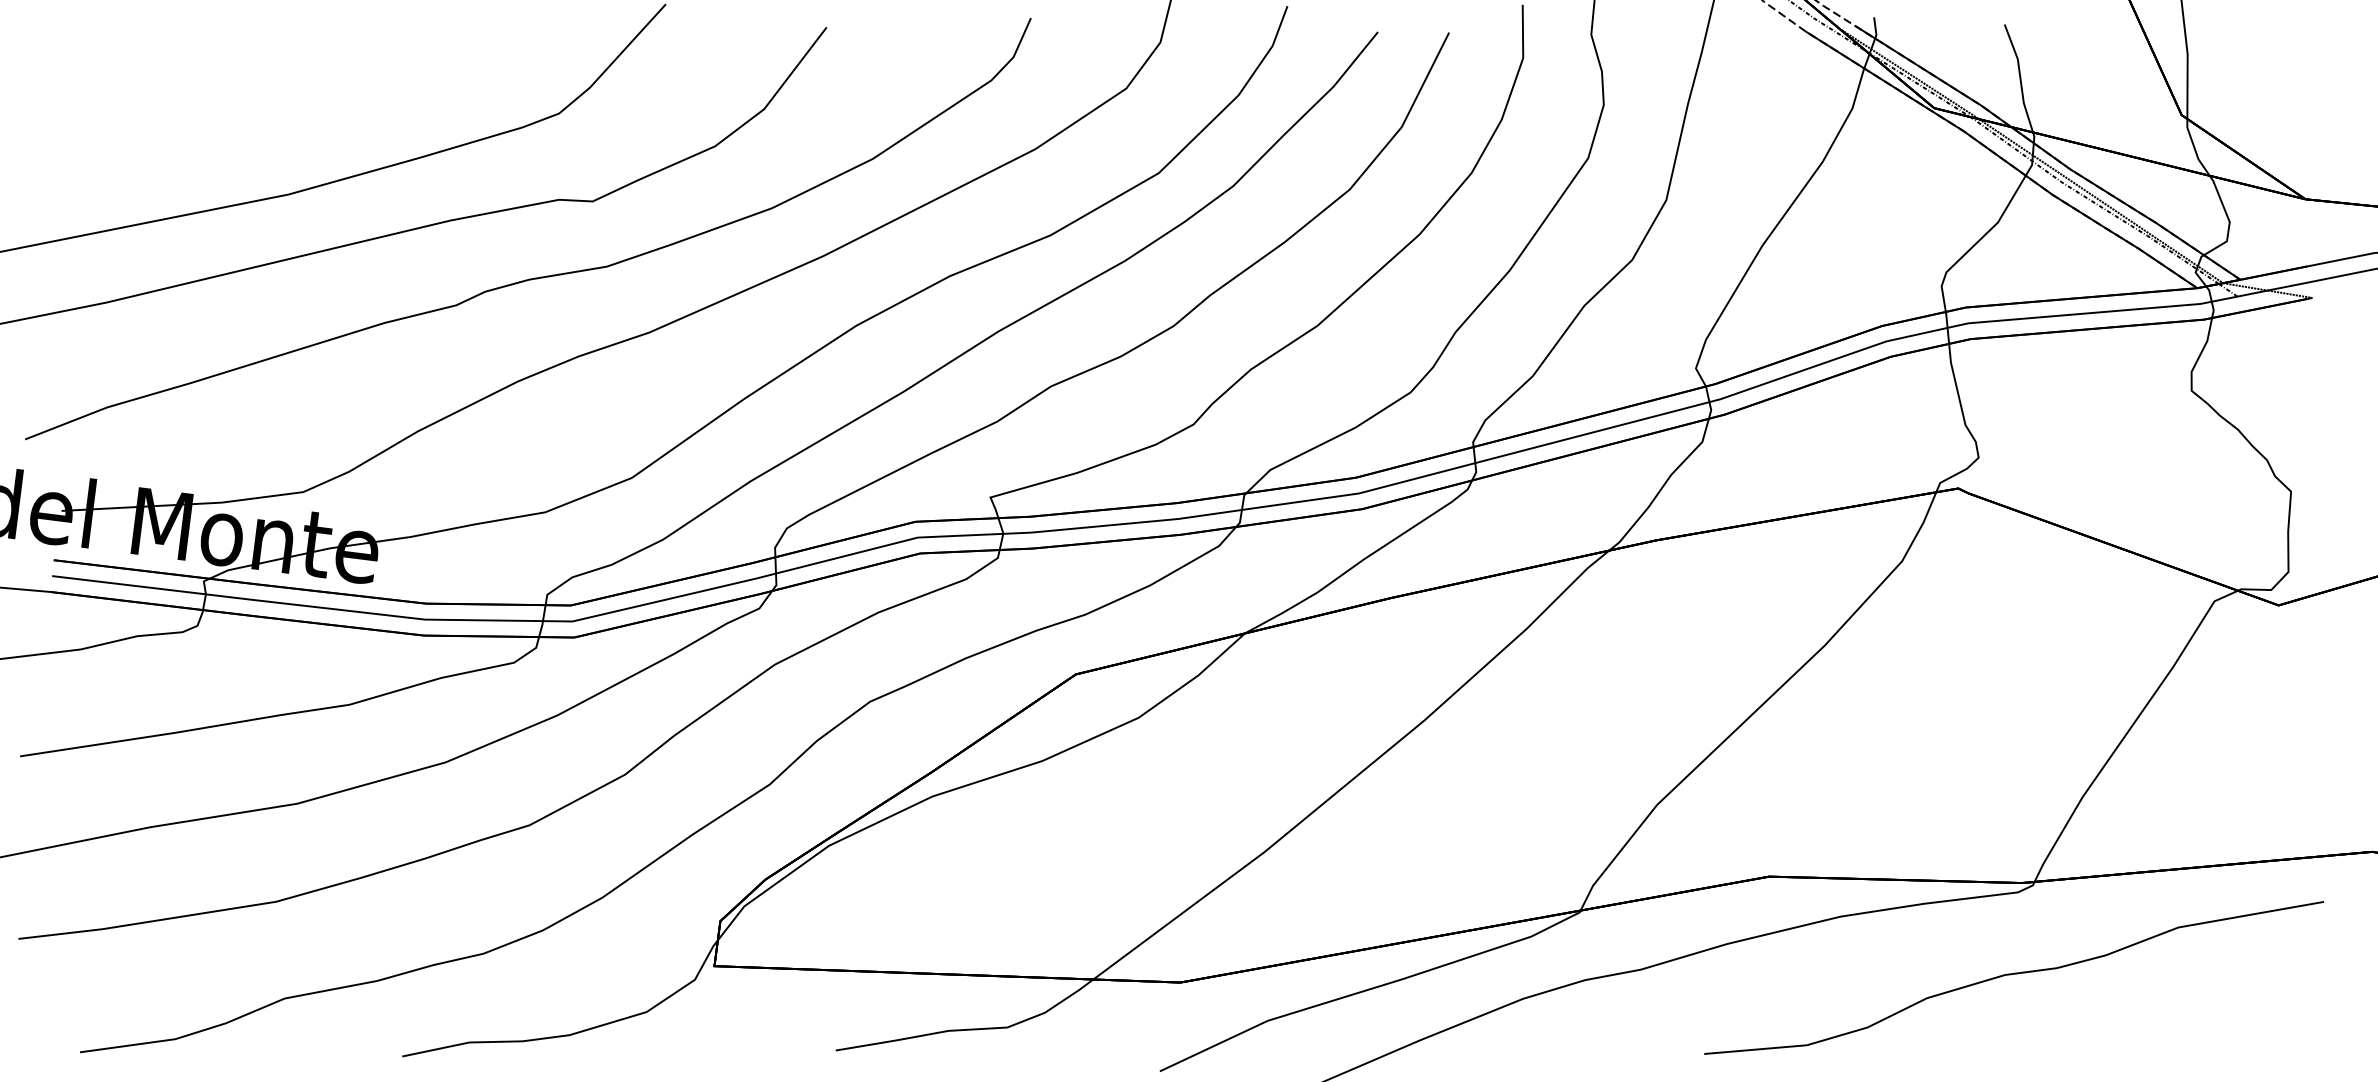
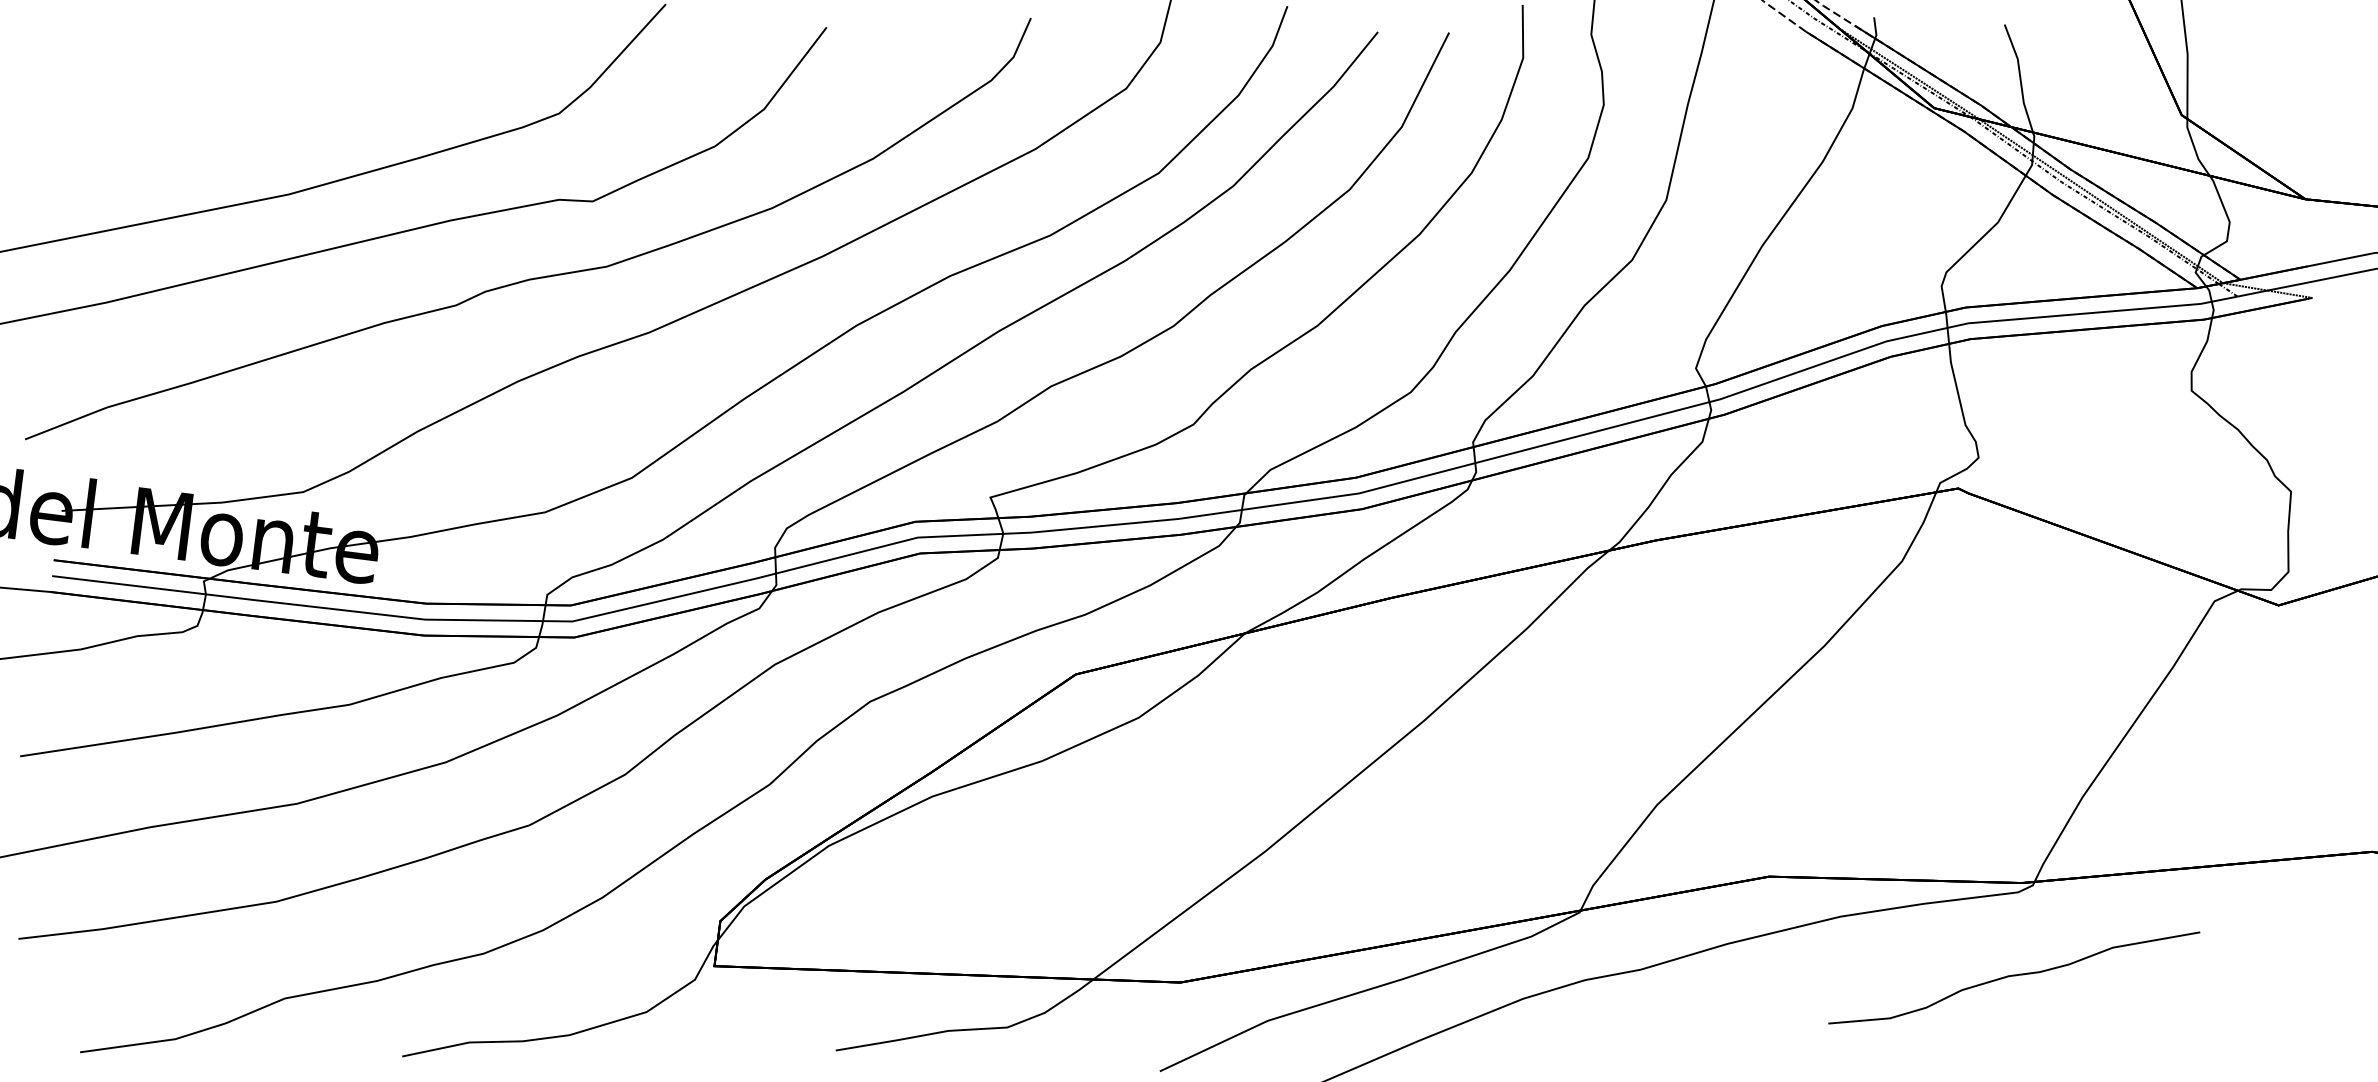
part at (2014, 977) size: 621x154 px -> 373x94 px
